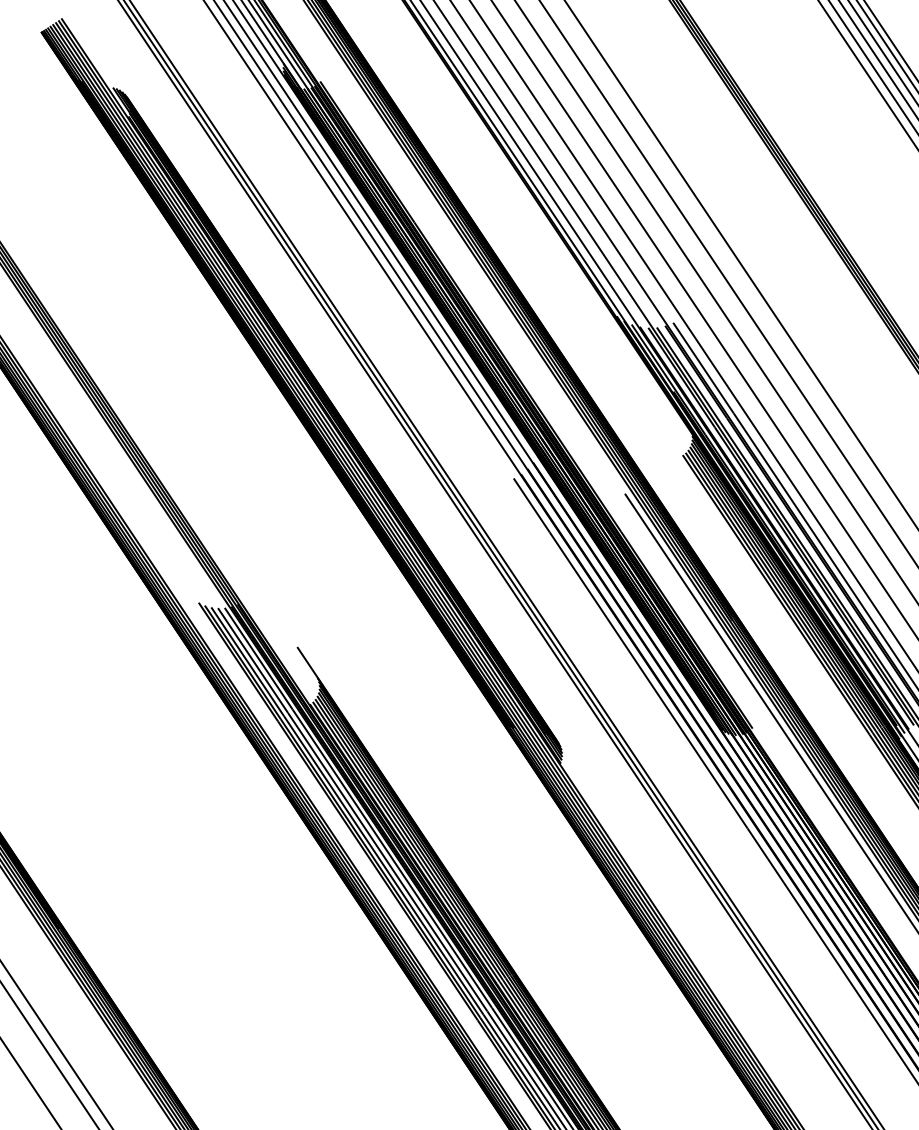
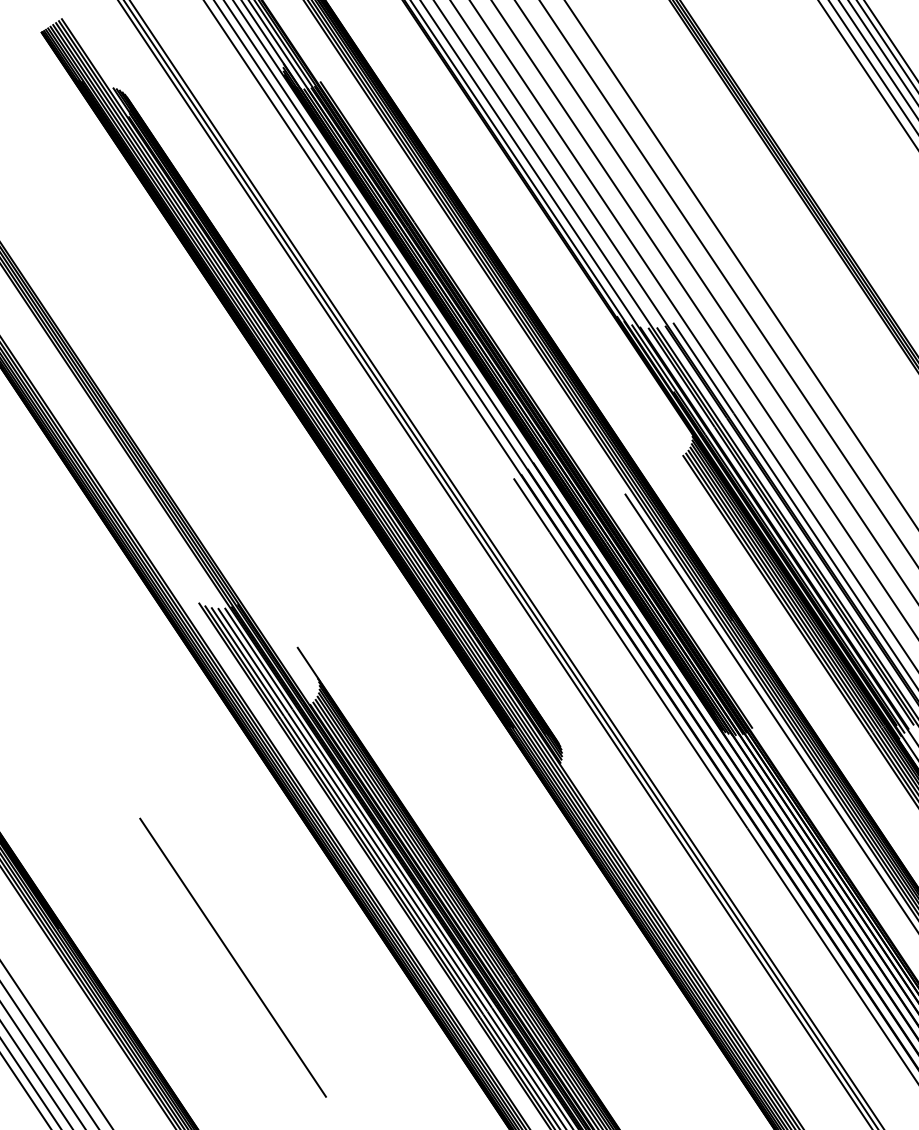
line at (232, 957): none -> present
line at (42, 1065): none -> present
line at (36, 1074): none -> present
line at (25, 1091): none -> present
